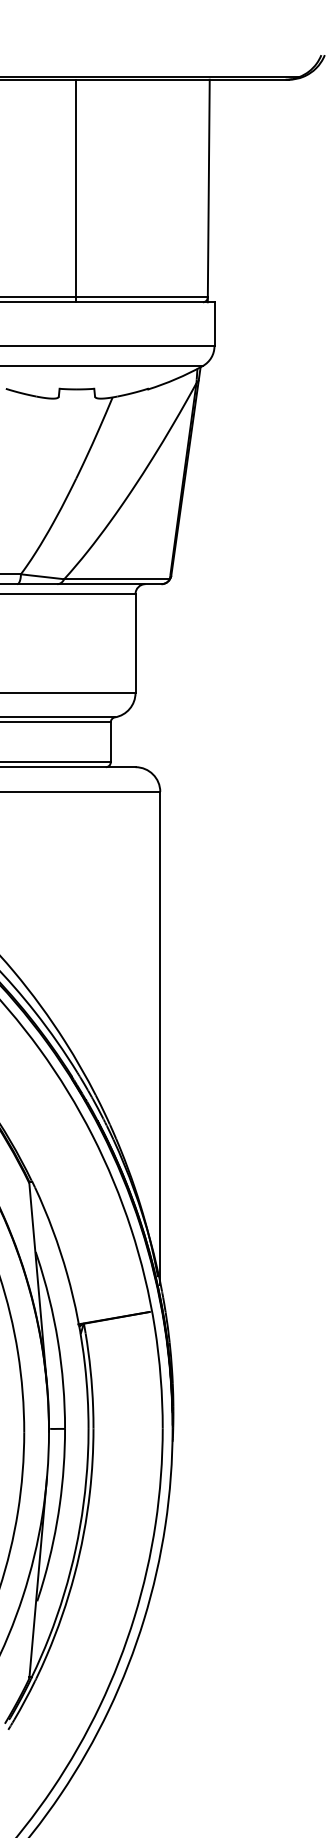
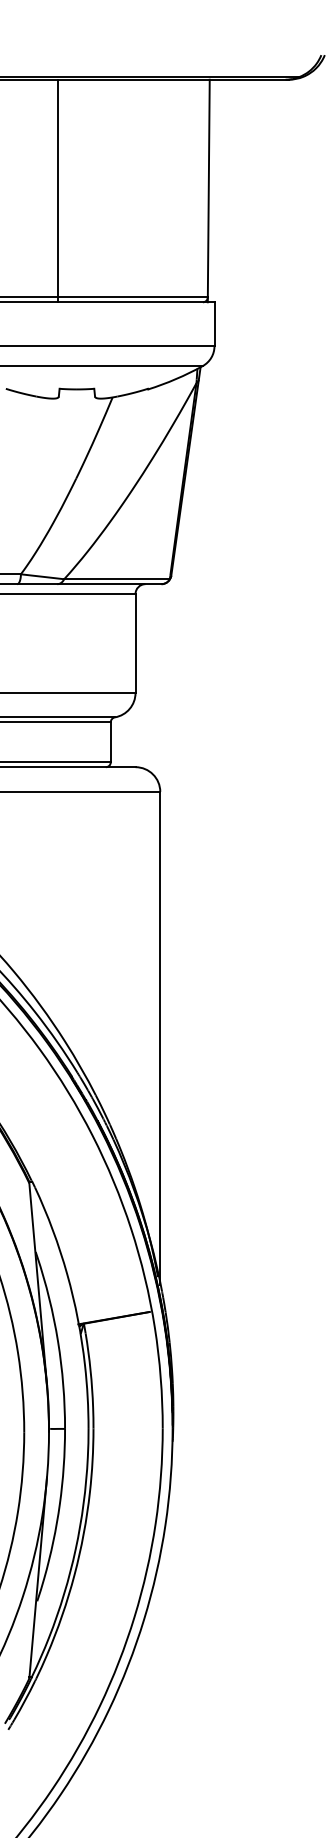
line at (76, 190) position: (76, 190) -> (58, 190)
